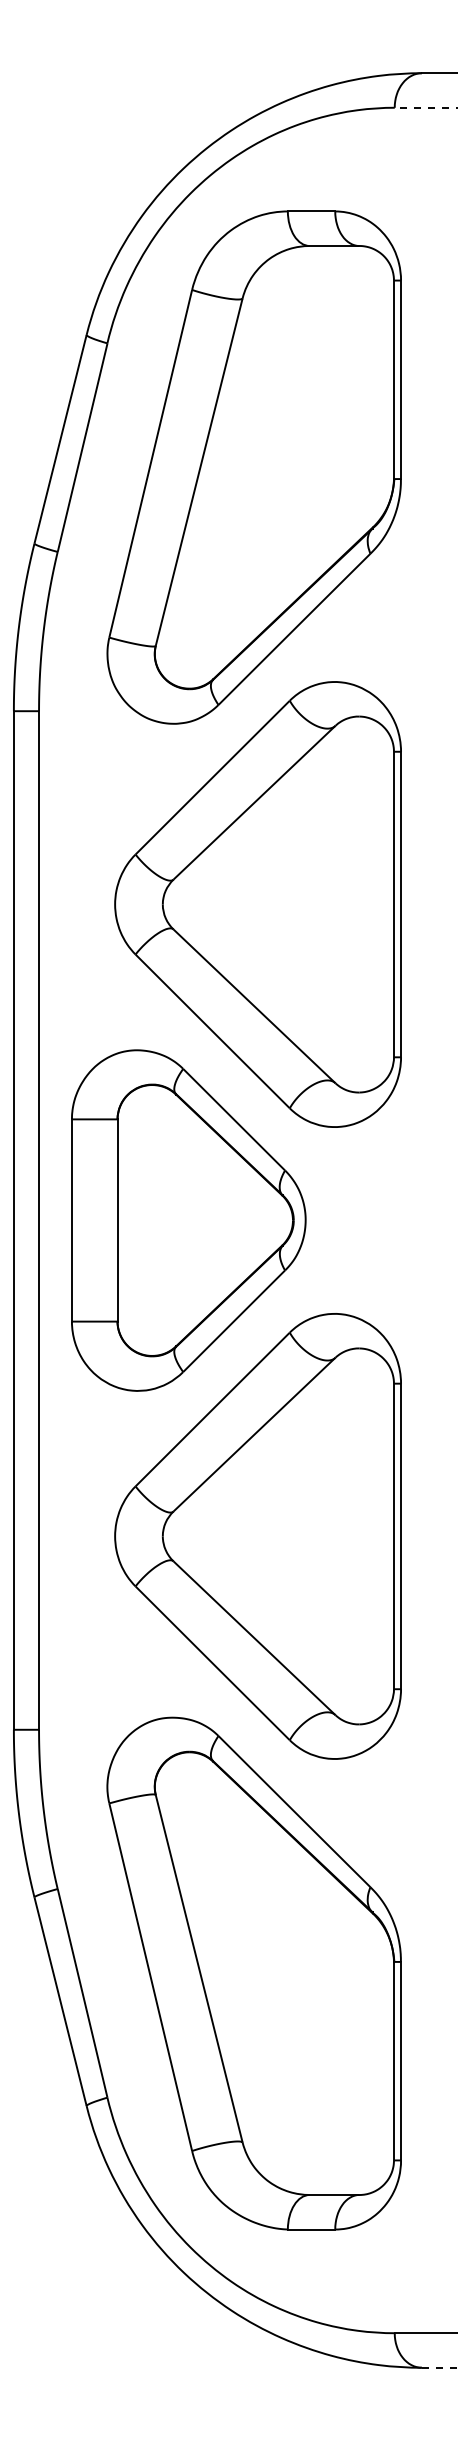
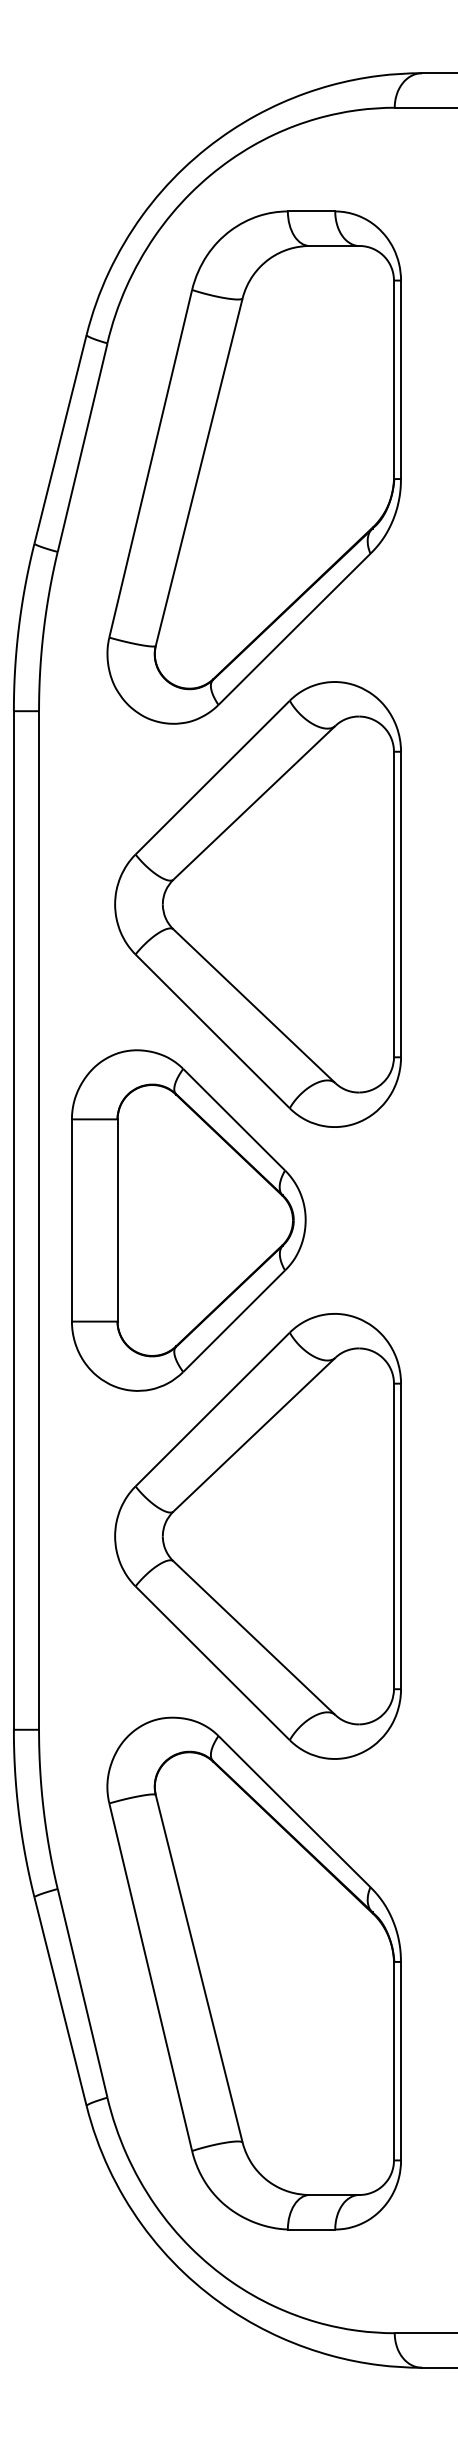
line at (425, 107): dashed -> solid
line at (439, 2367): dashed -> solid
